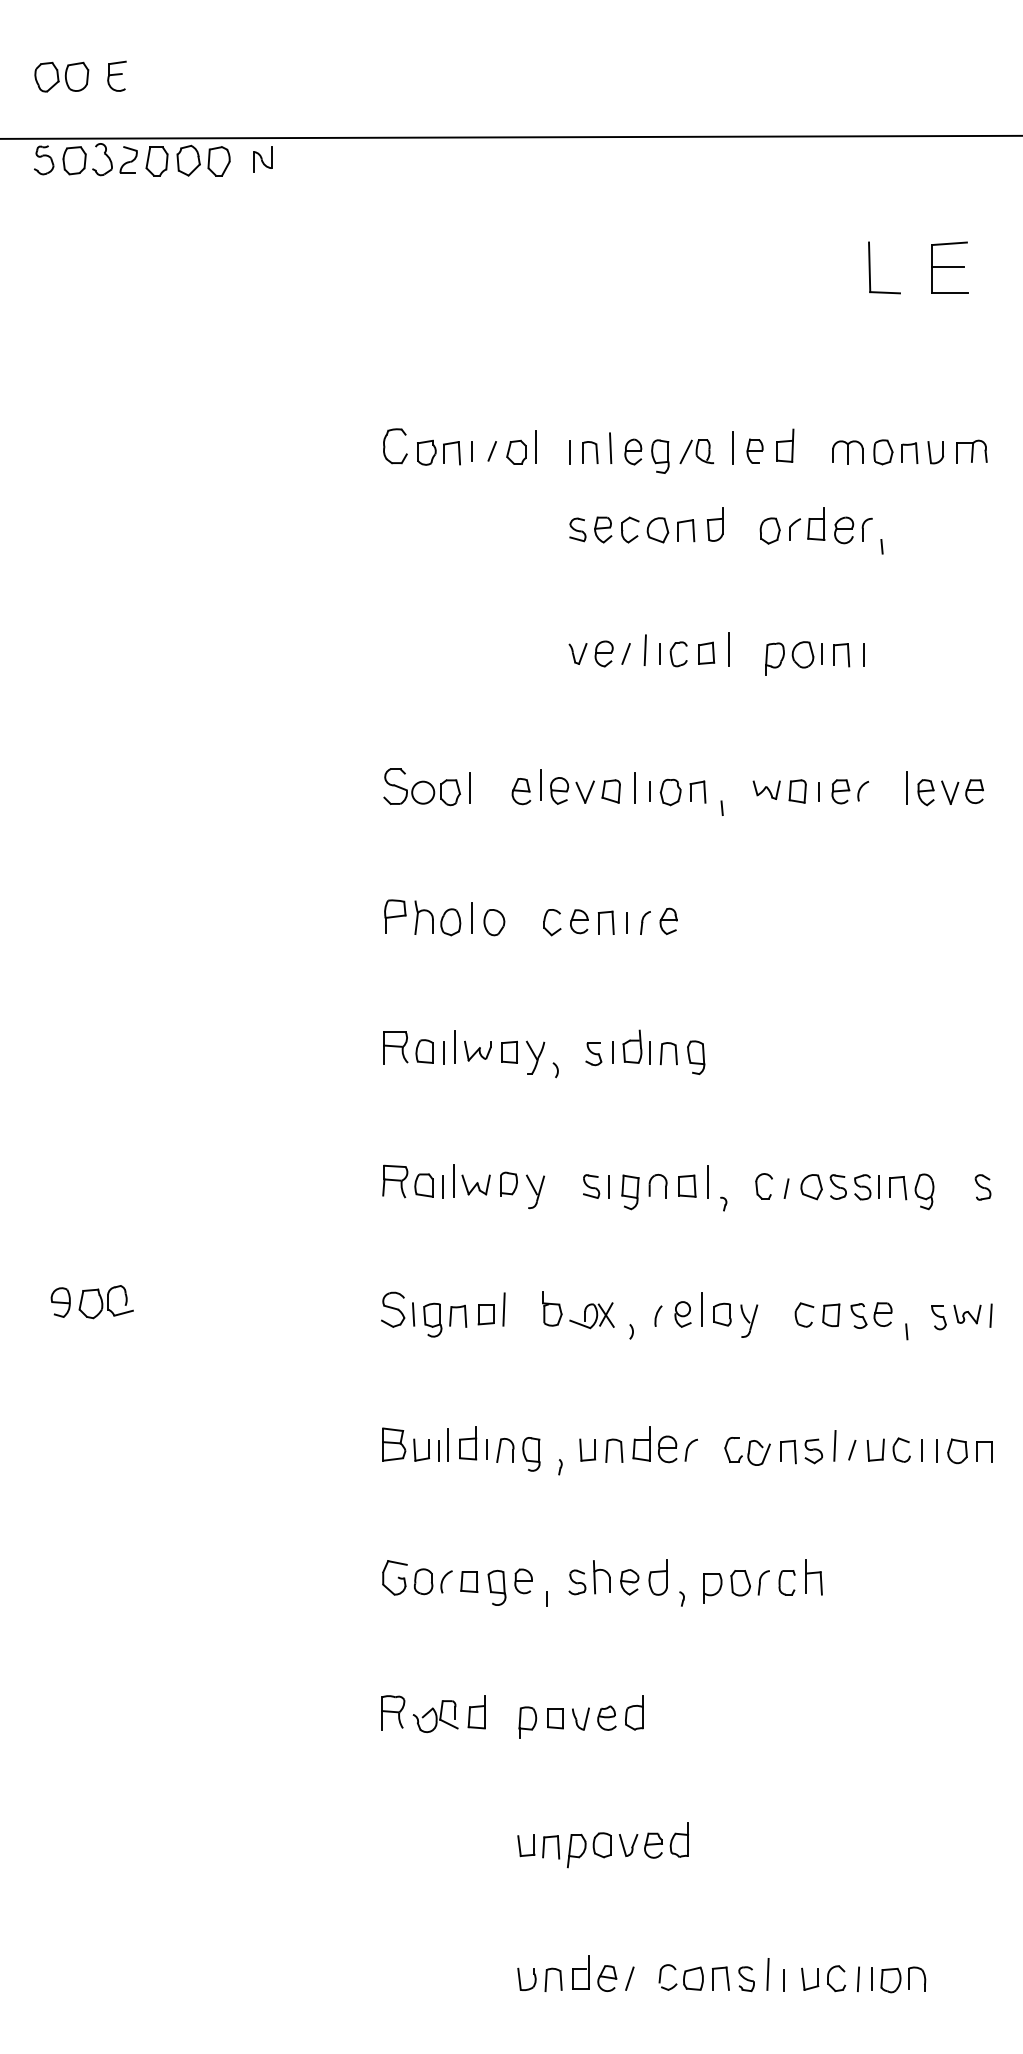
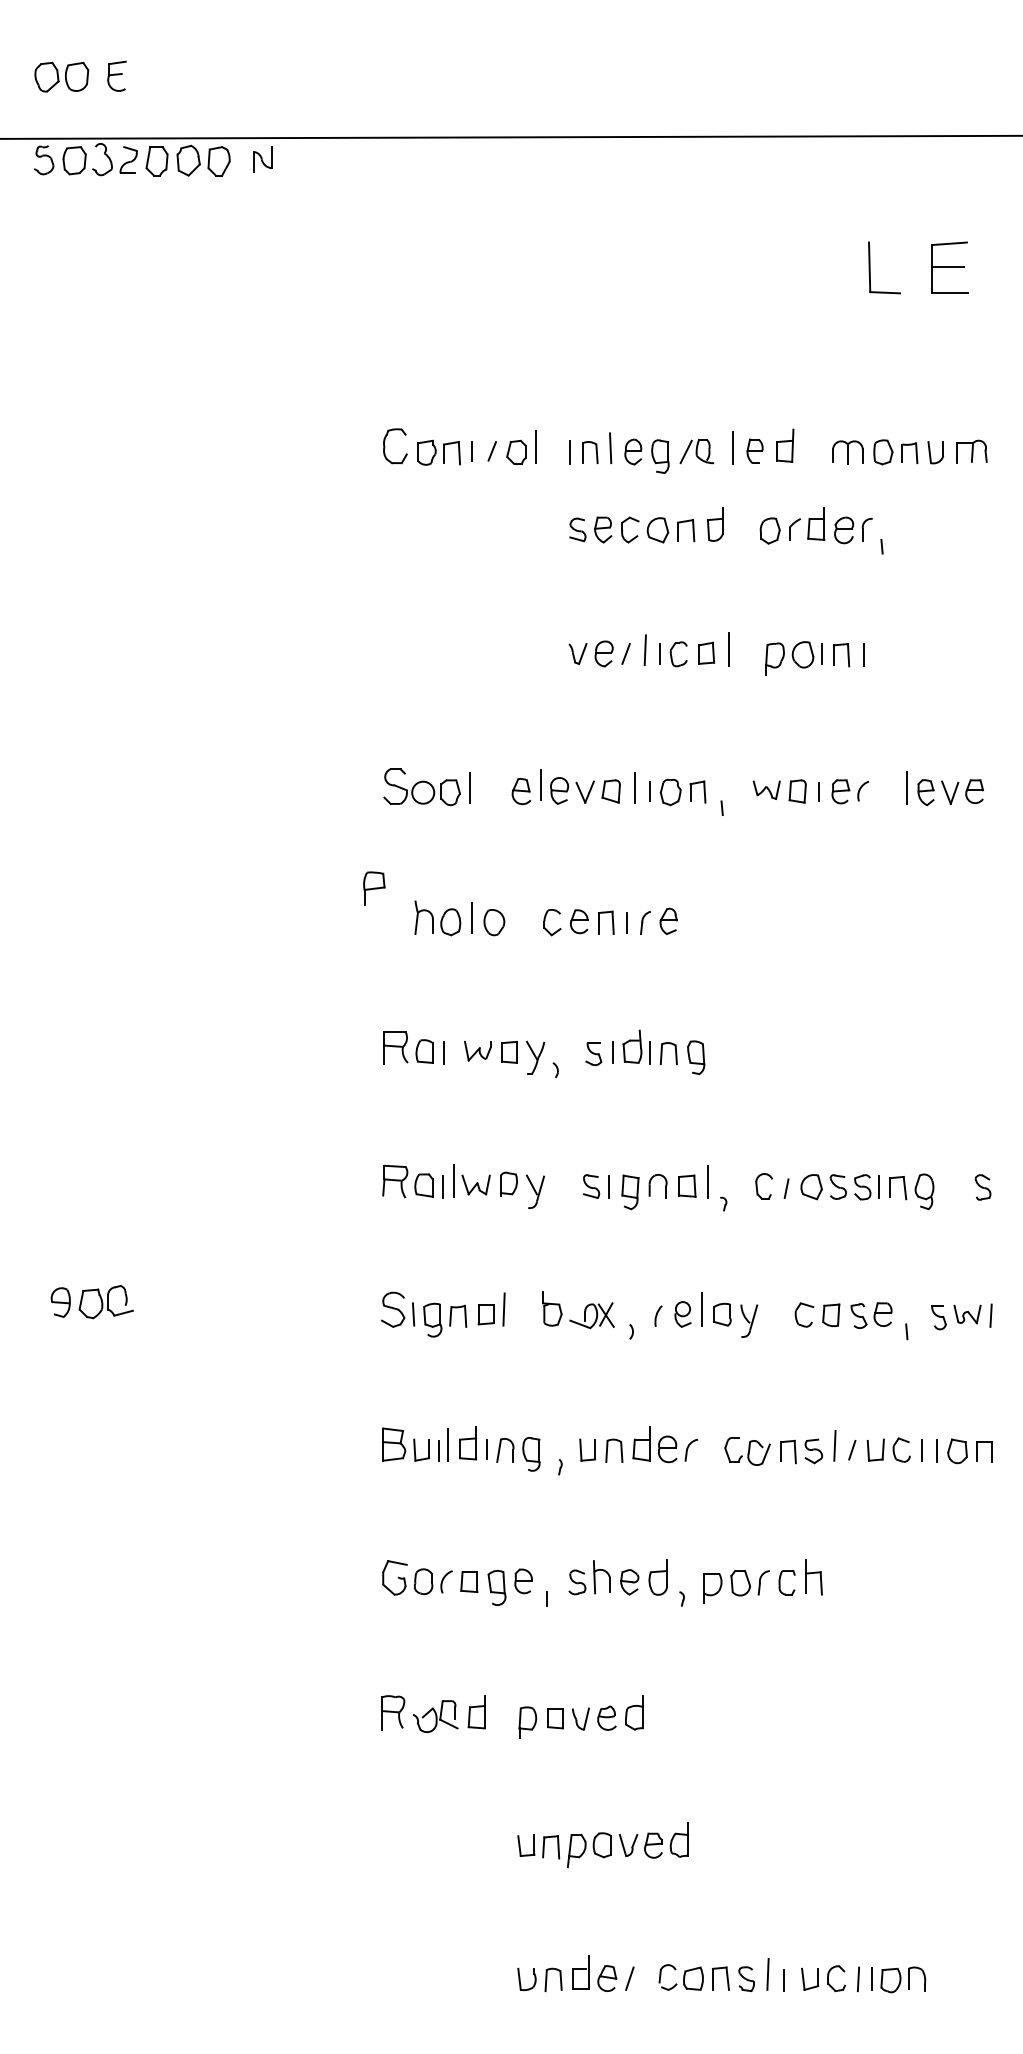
part at (395, 916) position: (395, 916) -> (374, 888)
line at (455, 1046): present -> none
